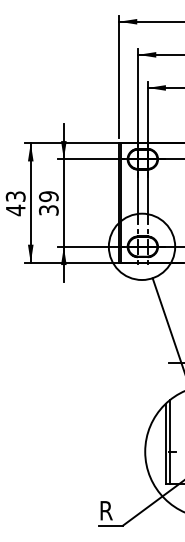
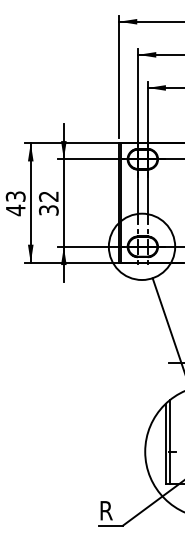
text at (48, 196): 39 -> 32
